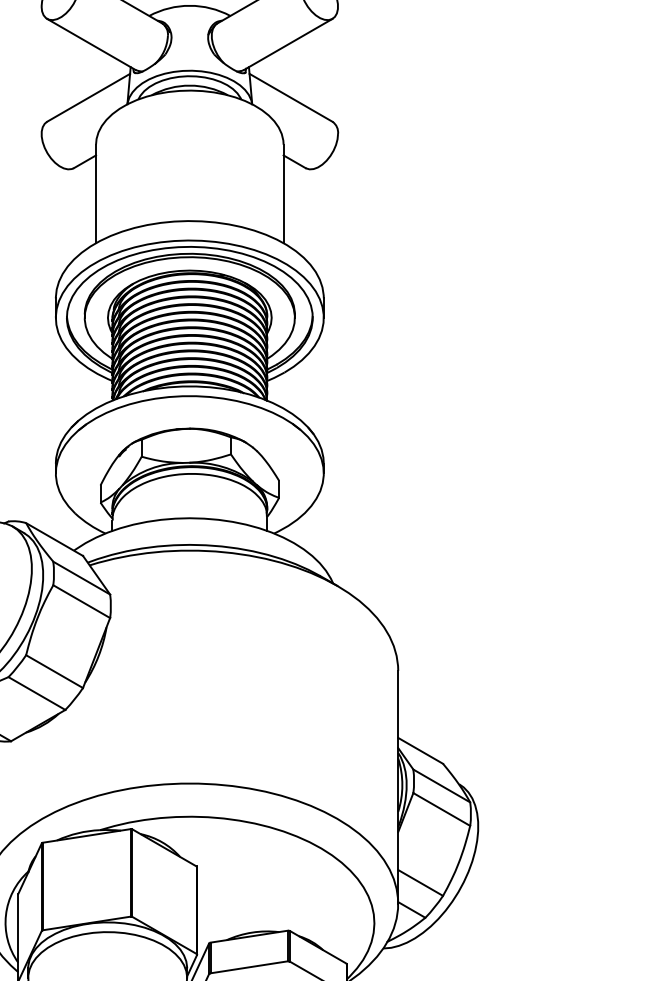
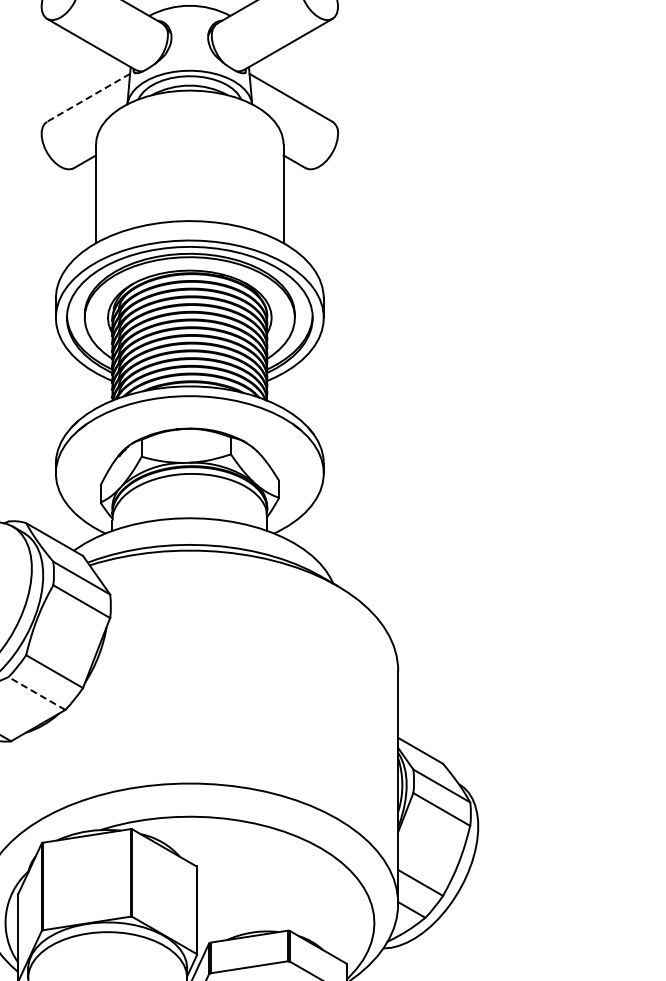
line at (88, 97): solid -> dashed
line at (36, 693): solid -> dashed
